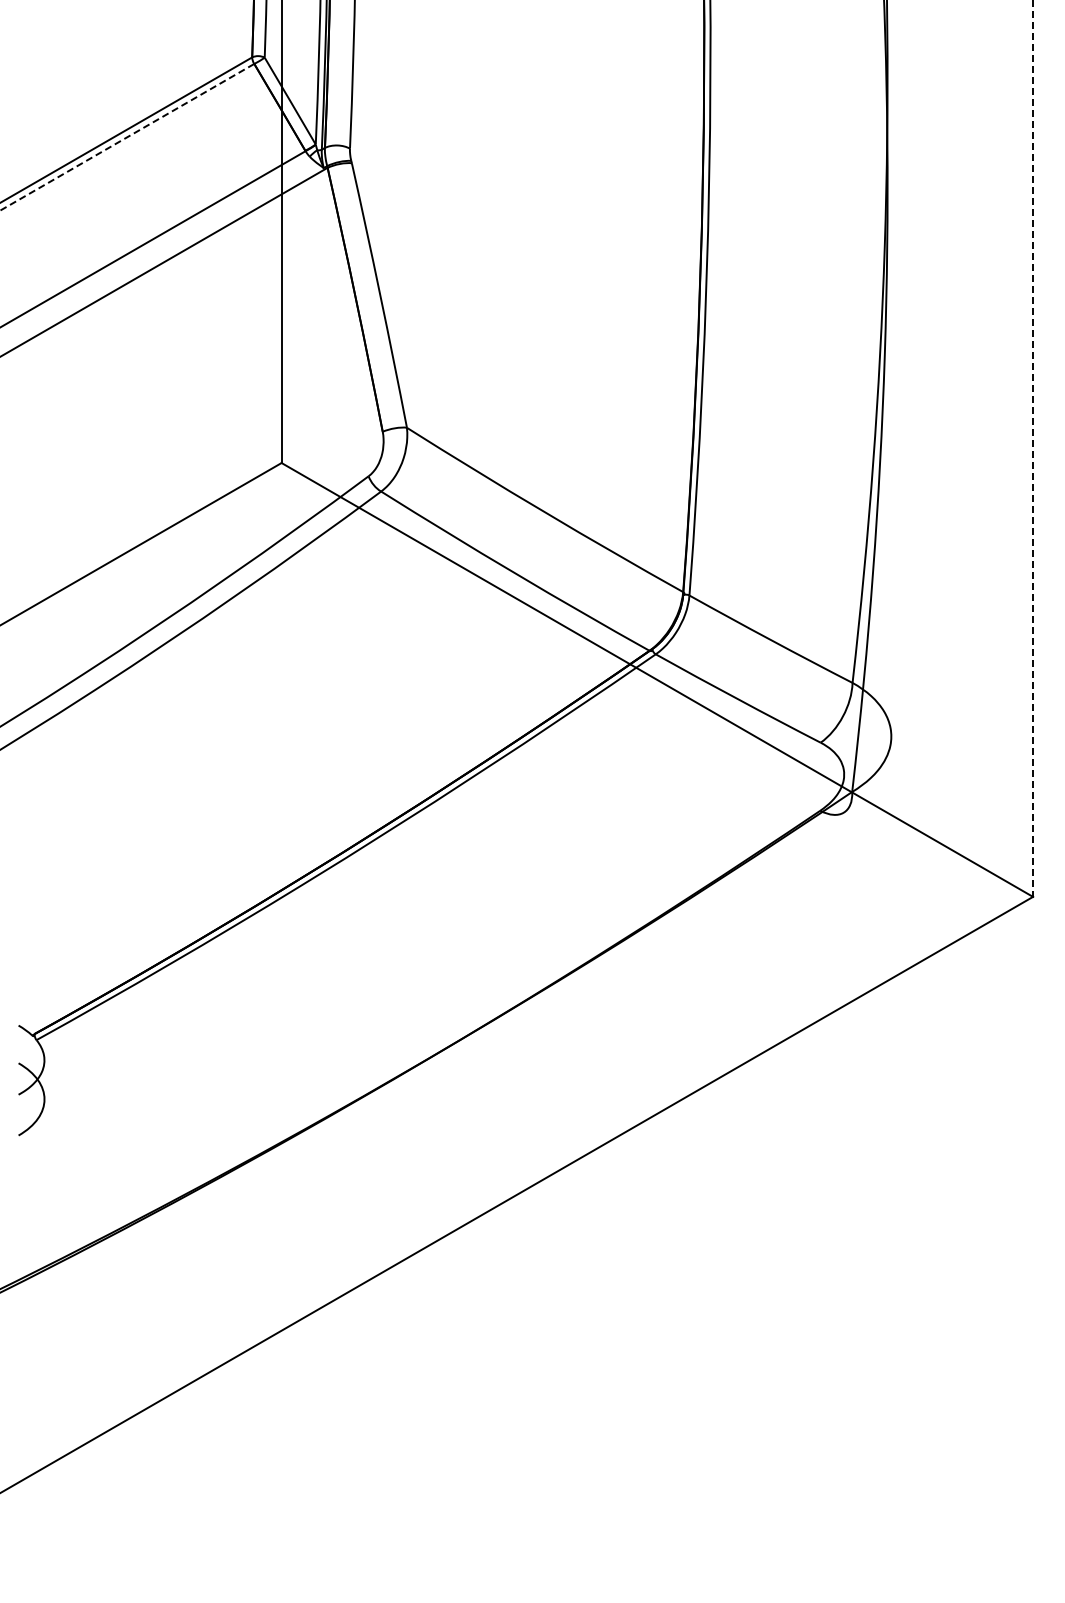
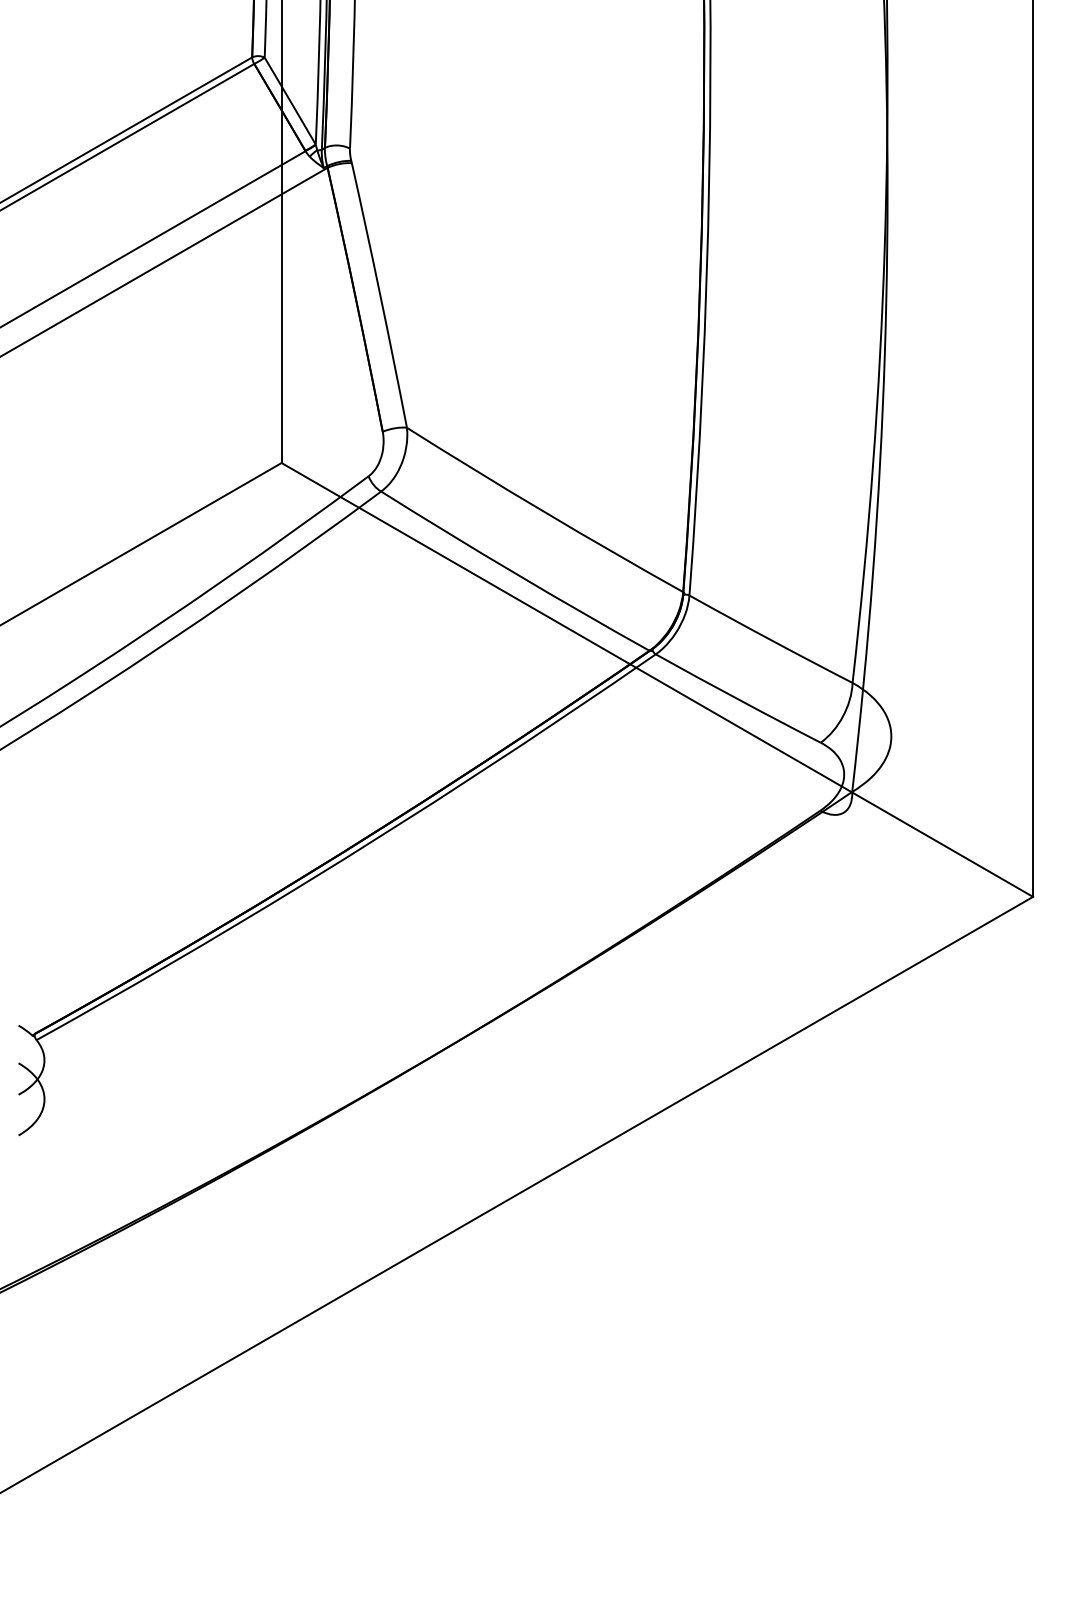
line at (127, 137): dashed -> solid
line at (1033, 448): dashed -> solid
